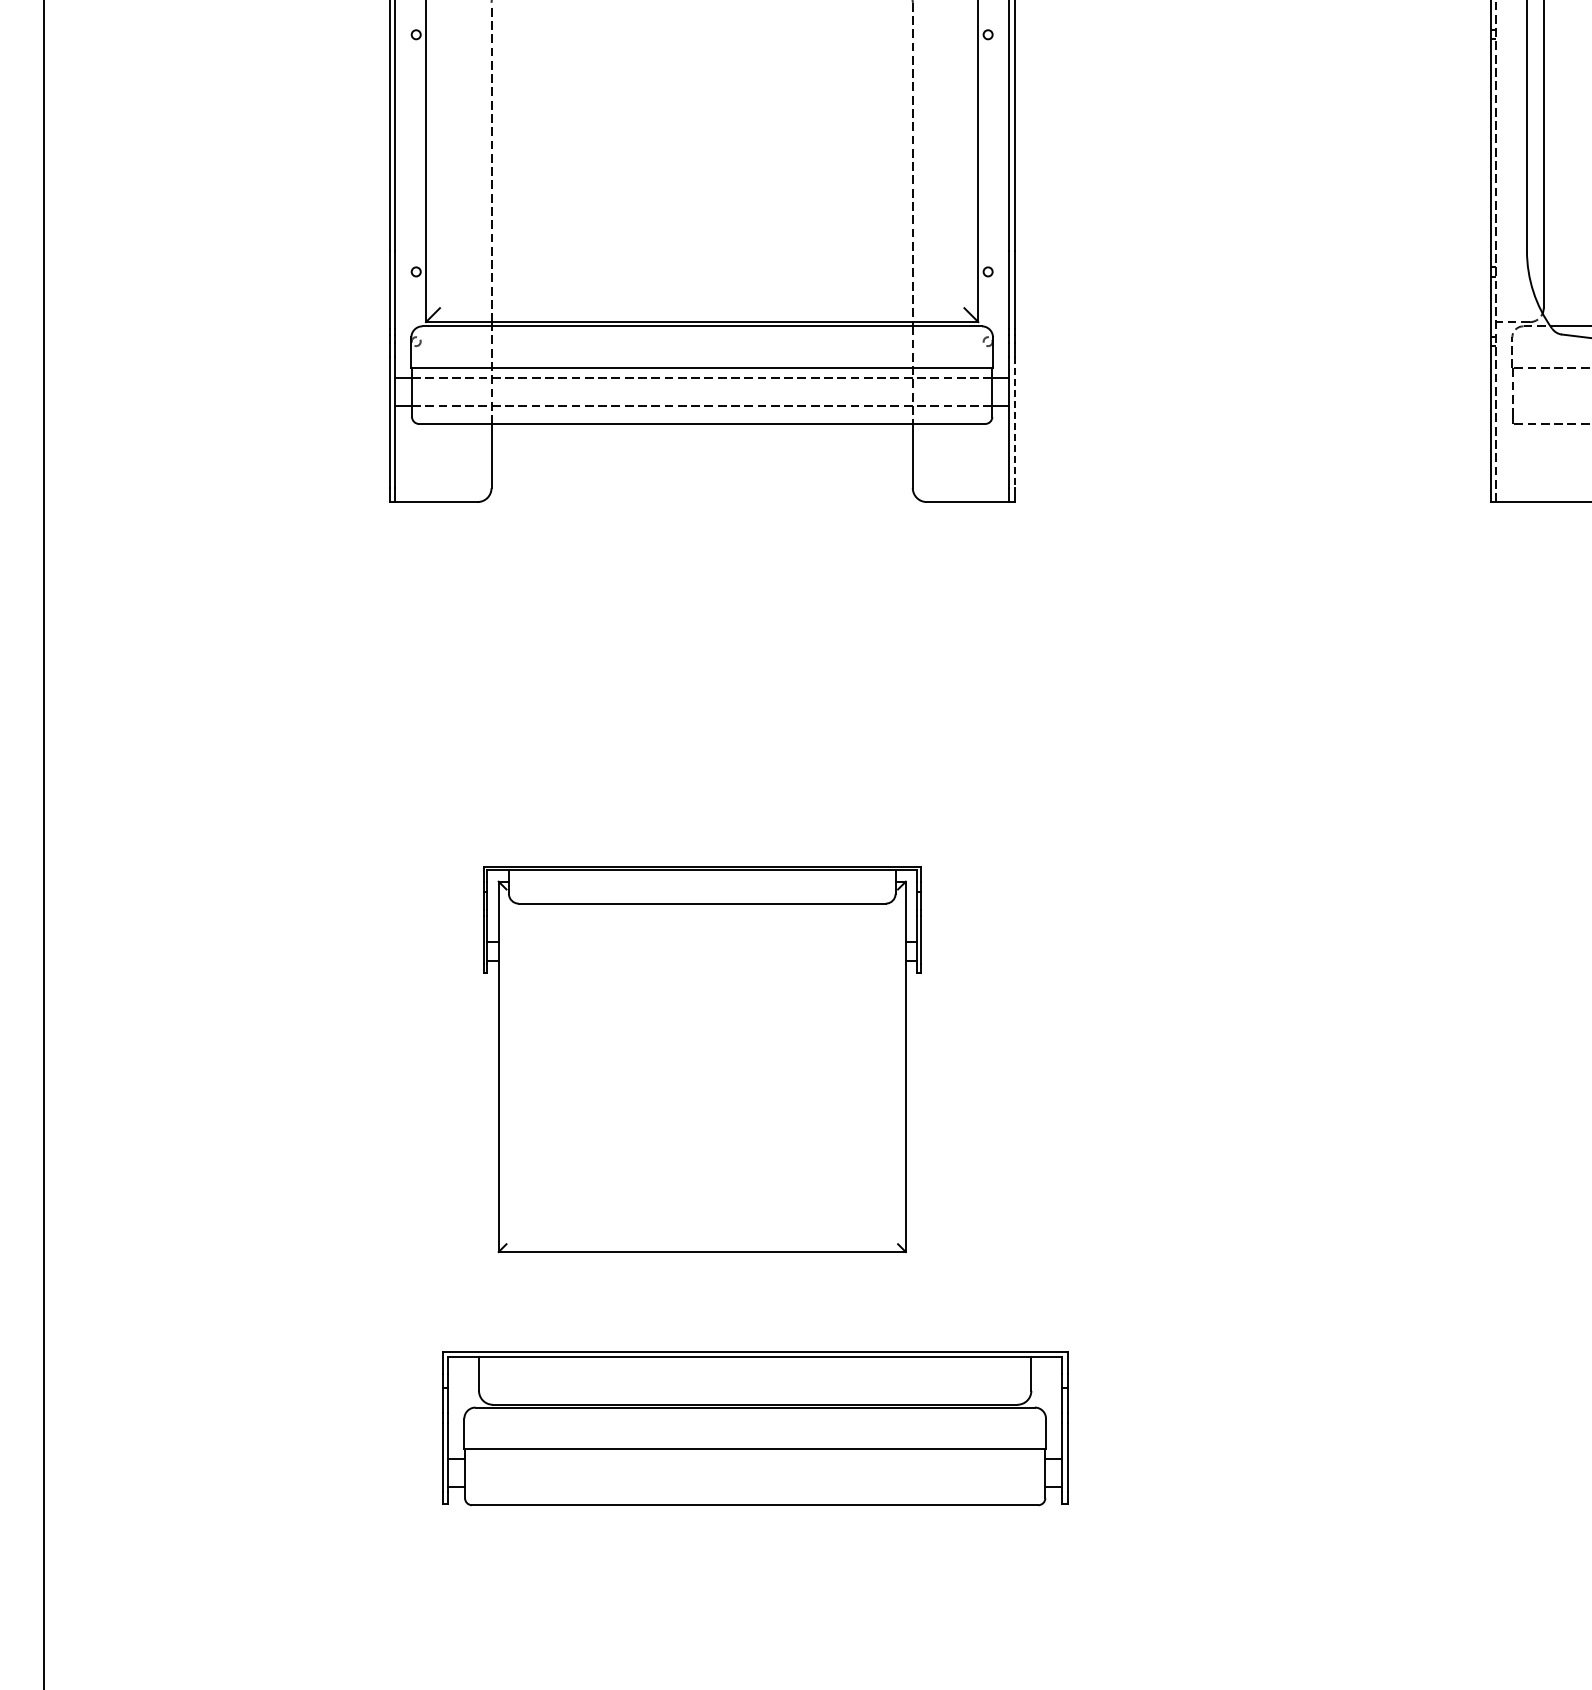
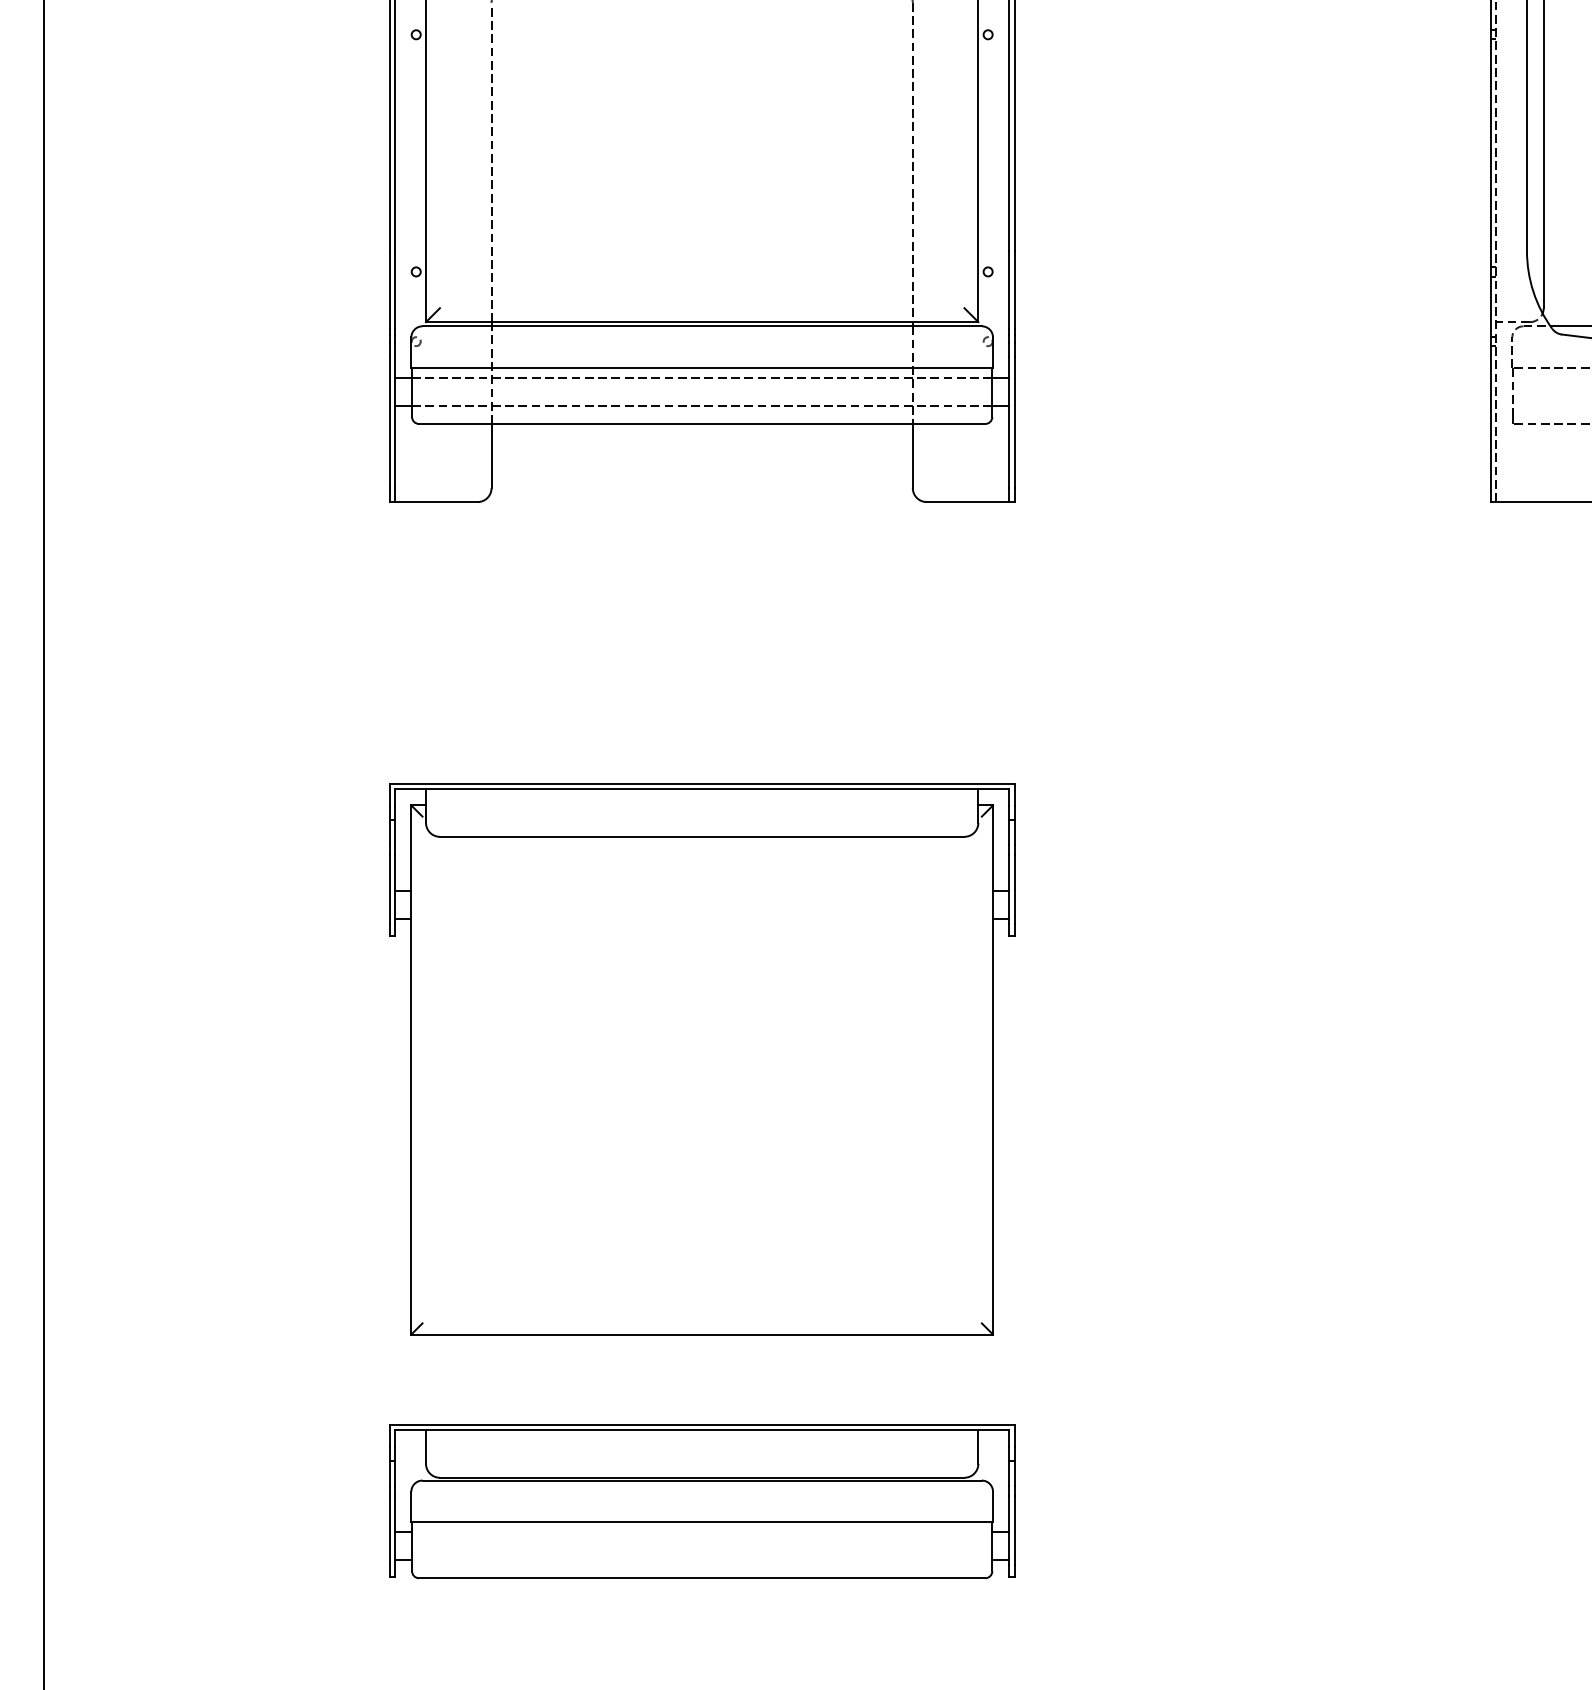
line at (1014, 422): dashed -> solid
part at (702, 1059) size: 439x388 px -> 627x553 px
part at (755, 1428) position: (755, 1428) -> (702, 1501)
